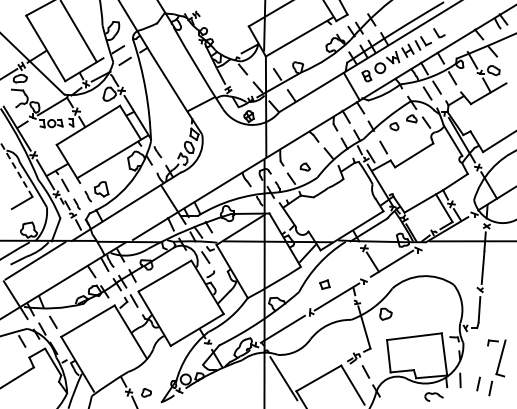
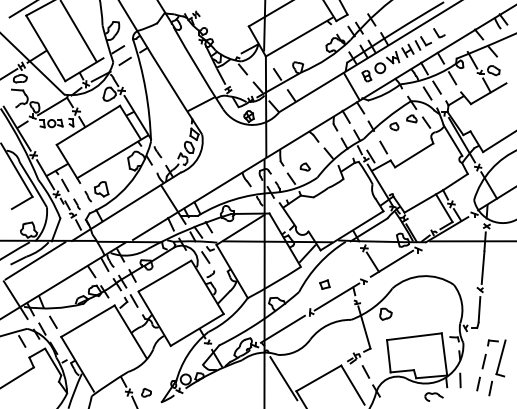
line at (21, 9): none -> present
line at (16, 170): dashed -> solid
line at (483, 361): none -> present
